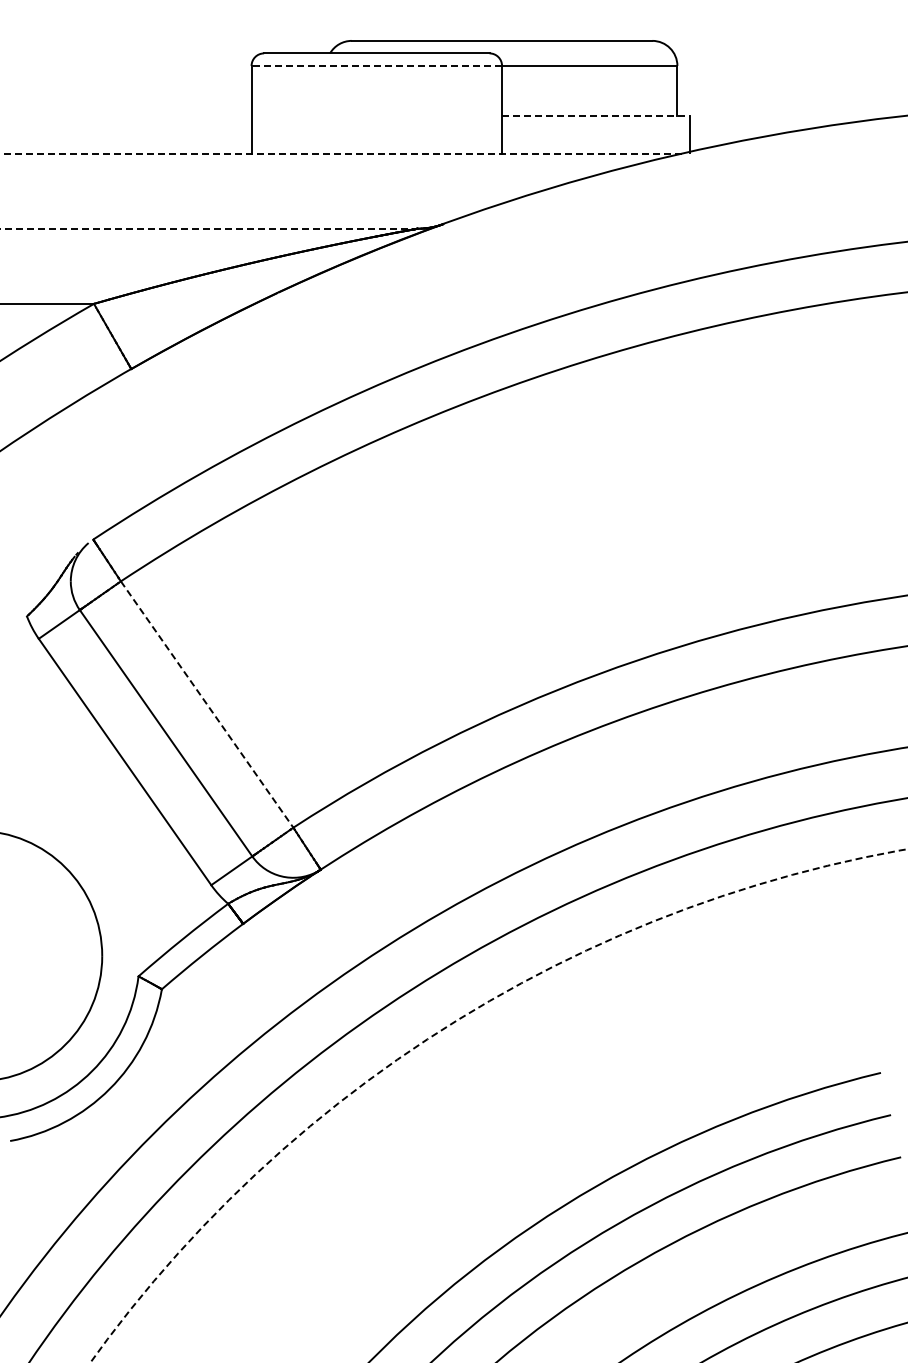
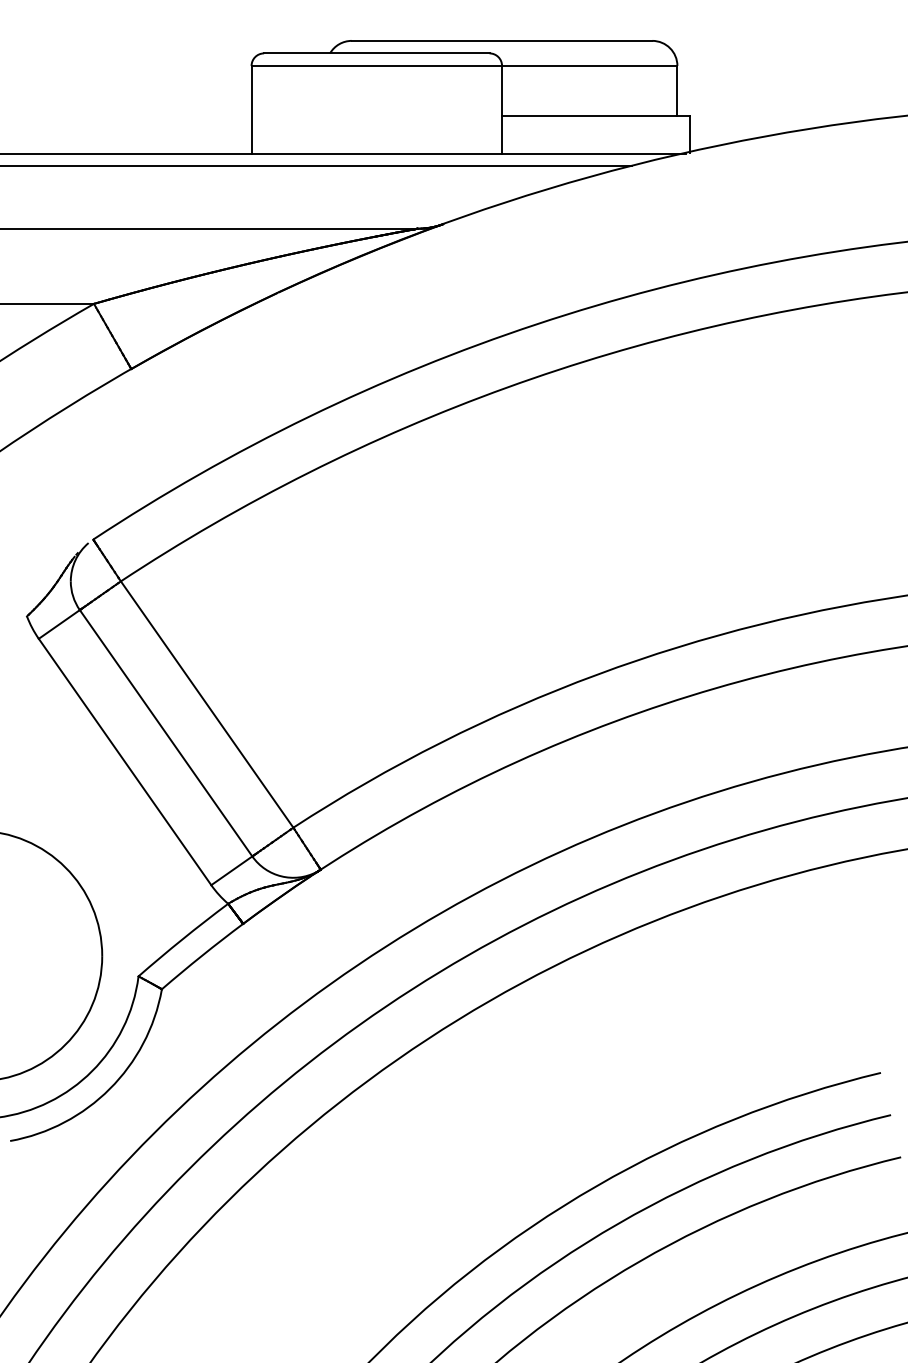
line at (376, 65): dashed -> solid
line at (596, 116): dashed -> solid
line at (342, 153): dashed -> solid
line at (317, 166): none -> present
line at (209, 228): dashed -> solid
line at (207, 704): dashed -> solid
arc at (448, 1026): dashed -> solid
